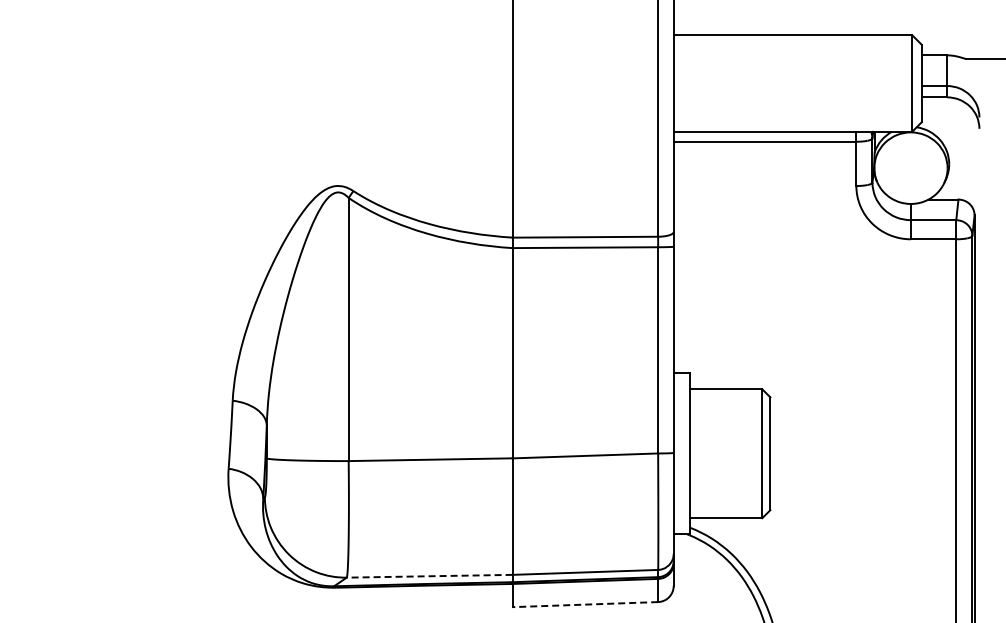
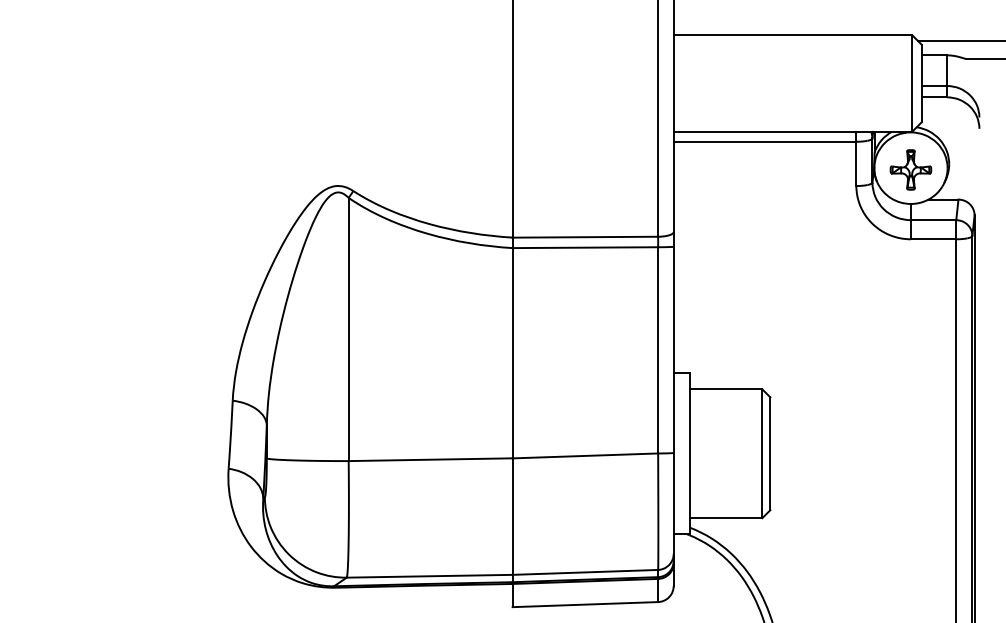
line at (960, 41): none -> present
part at (910, 169): none -> present
line at (429, 576): dashed -> solid
line at (585, 604): dashed -> solid
